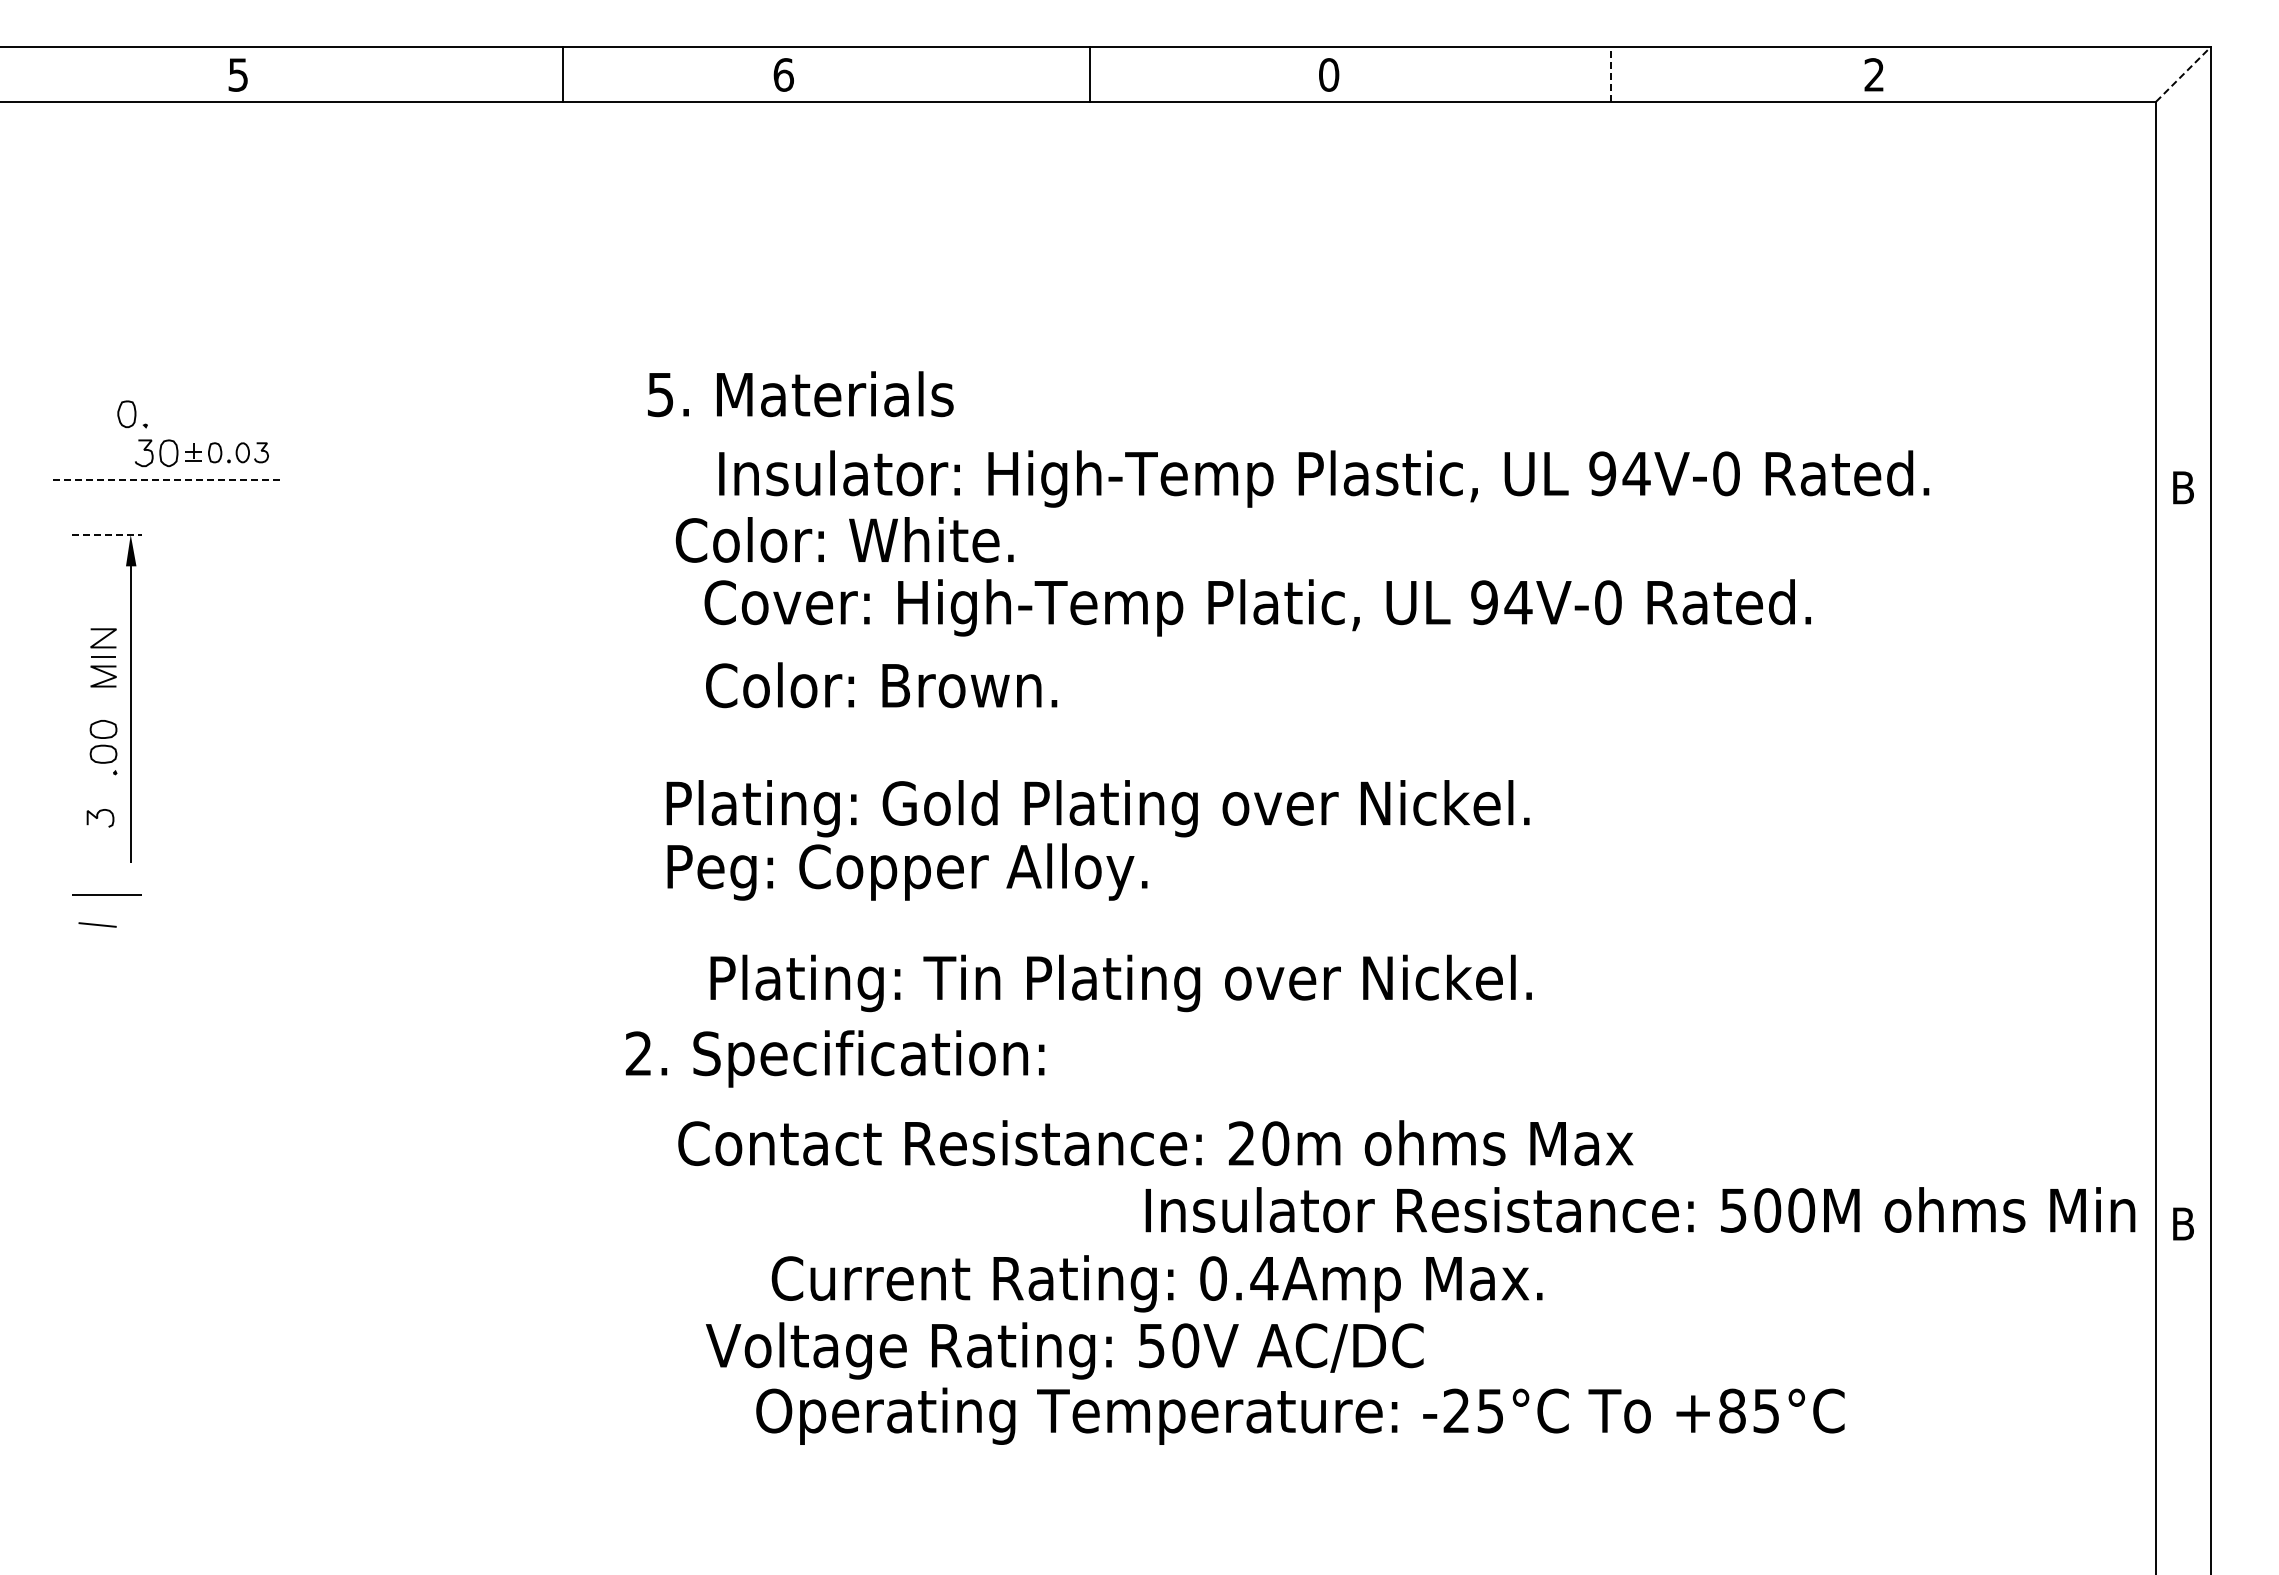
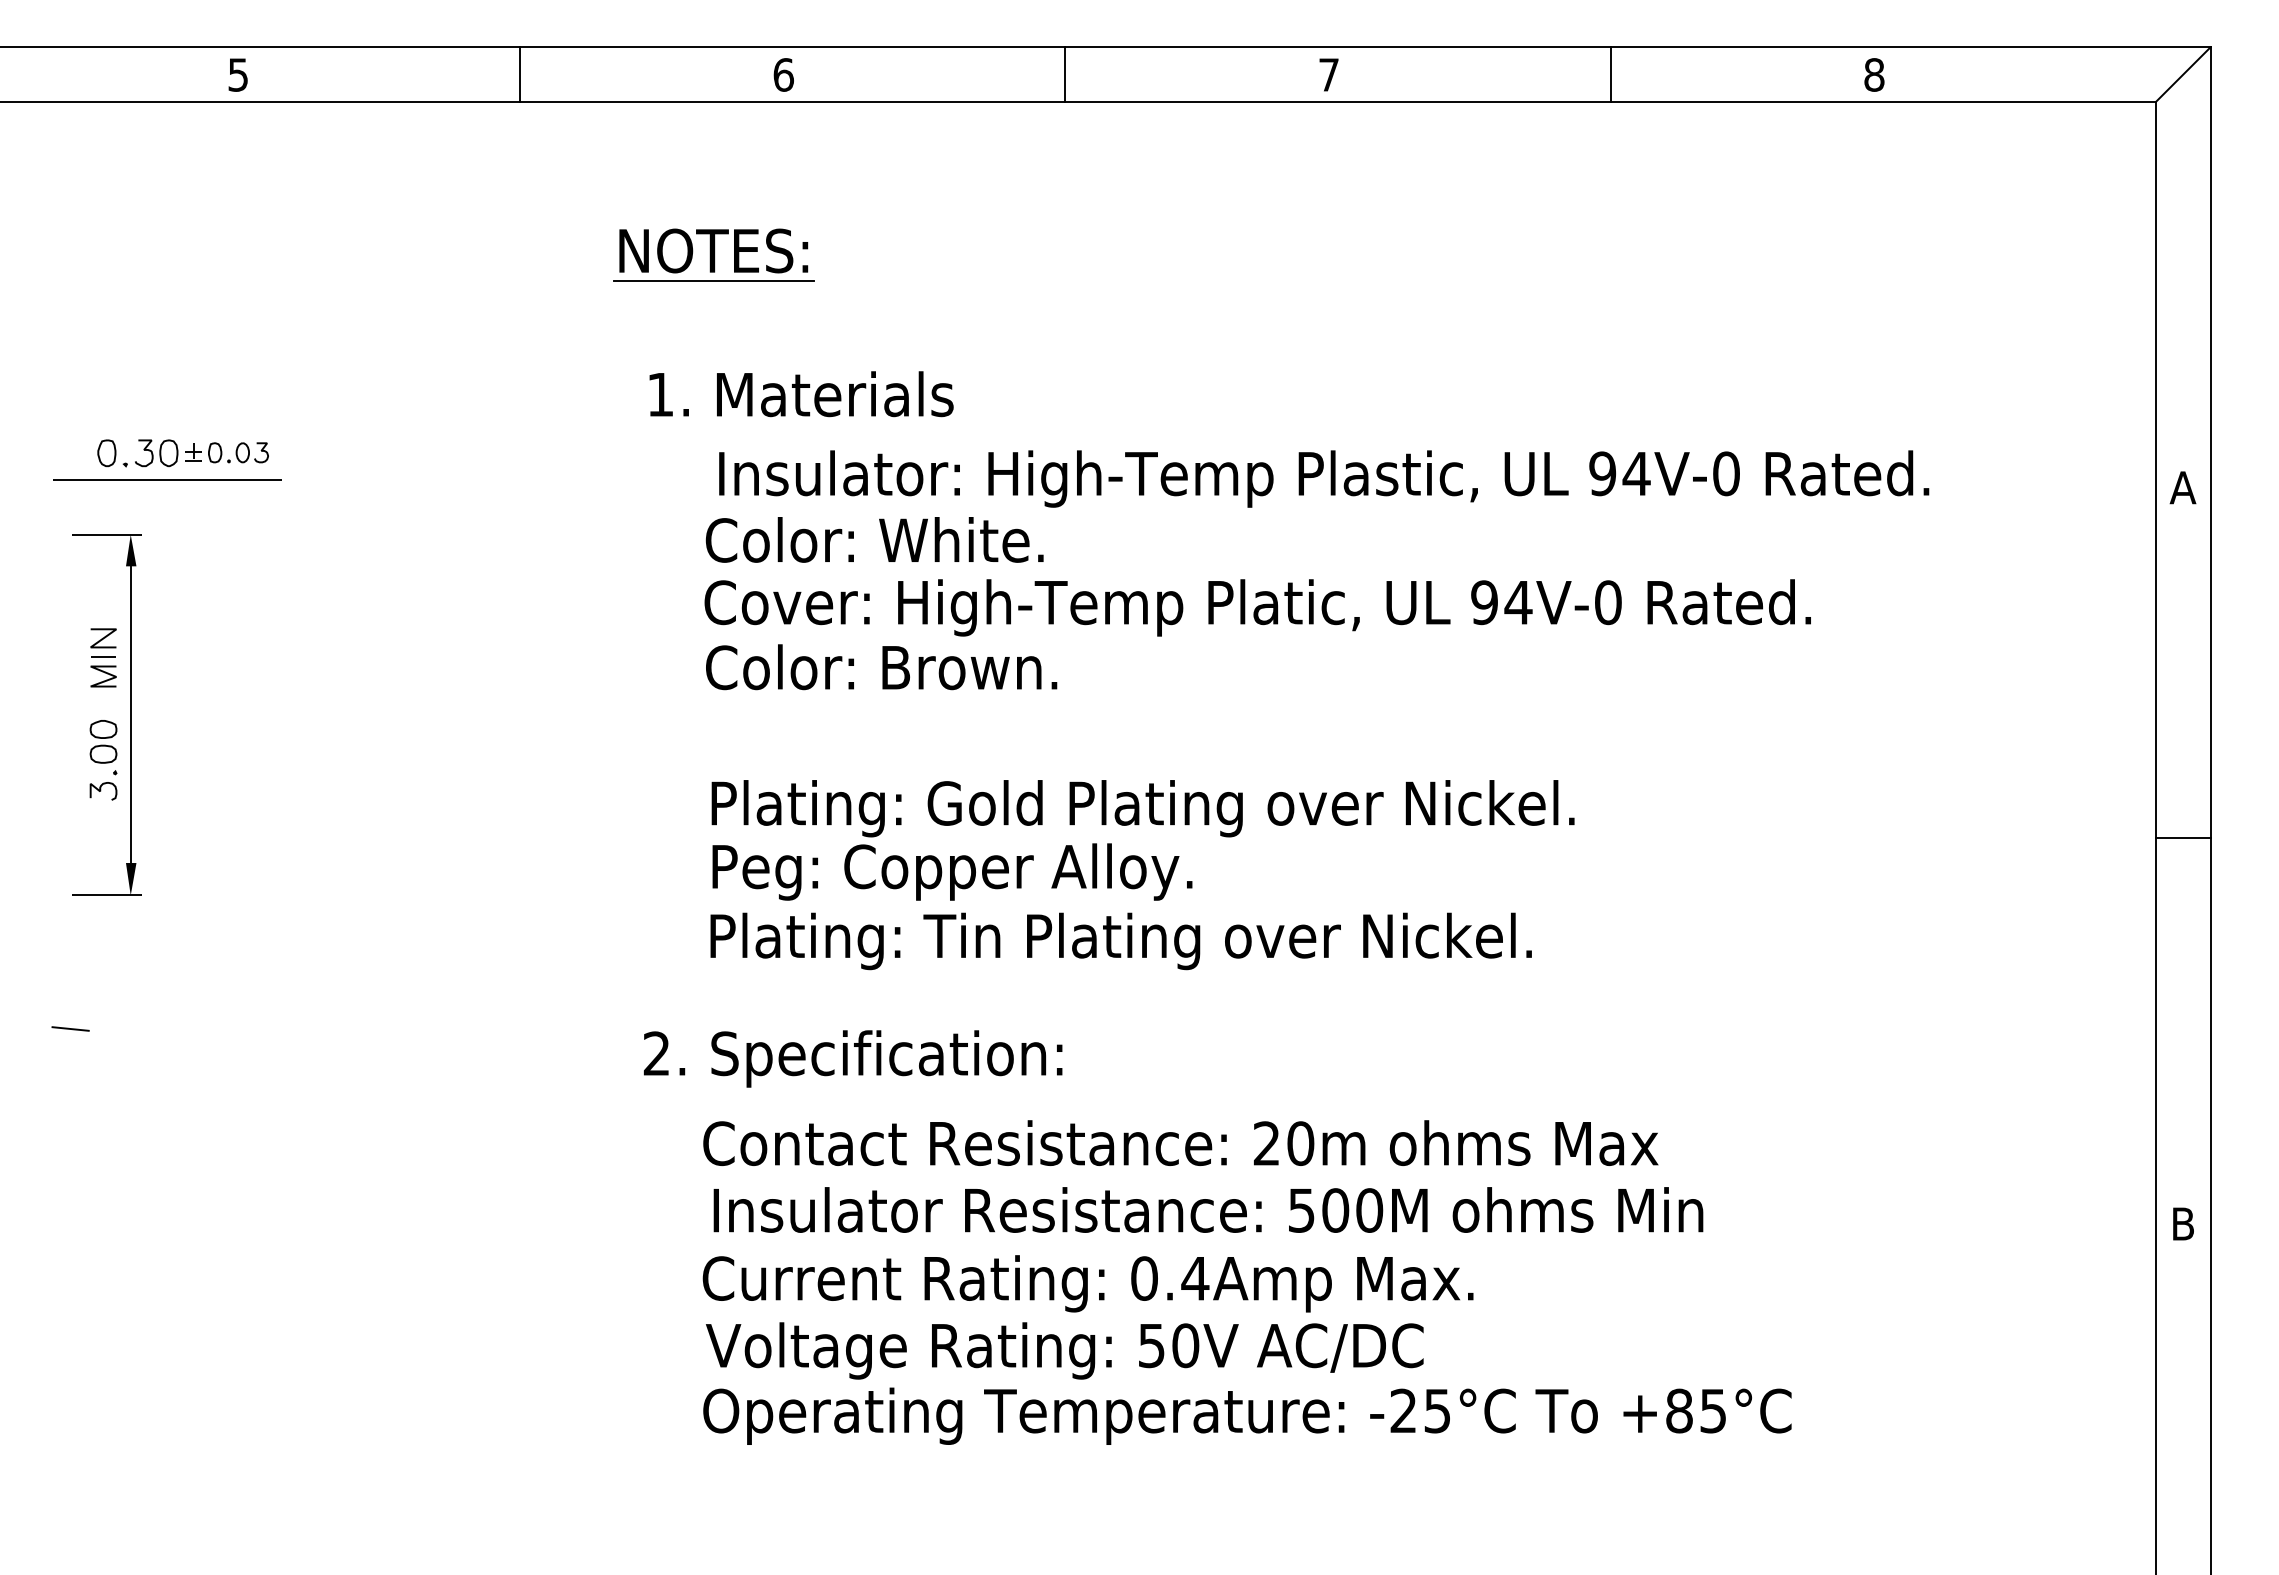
line at (563, 74) position: (563, 74) -> (520, 74)
line at (1090, 74) position: (1090, 74) -> (1065, 74)
text at (1329, 74): 0 -> 7
line at (1610, 74): dashed -> solid
text at (1874, 74): 2 -> 8
line at (2183, 74): dashed -> solid
part at (713, 254): none -> present
text at (660, 395): 5. -> 1.
part at (132, 414) position: (132, 414) -> (112, 453)
line at (167, 480): dashed -> solid
text at (2182, 487): B -> A
line at (107, 534): dashed -> solid
text at (844, 539) position: (844, 539) -> (874, 539)
text at (881, 685) position: (881, 685) -> (881, 667)
curve at (98, 817) position: (98, 817) -> (101, 790)
line at (2183, 838): none -> present
text at (1097, 840) position: (1097, 840) -> (1142, 840)
fill at (130, 879): none -> present
line at (97, 924) position: (97, 924) -> (70, 1028)
text at (1120, 983) position: (1120, 983) -> (1120, 941)
text at (835, 1058) position: (835, 1058) -> (853, 1058)
text at (1155, 1142) position: (1155, 1142) -> (1180, 1142)
text at (1640, 1209) position: (1640, 1209) -> (1208, 1209)
text at (1156, 1283) position: (1156, 1283) -> (1087, 1283)
text at (1300, 1415) position: (1300, 1415) -> (1247, 1415)
